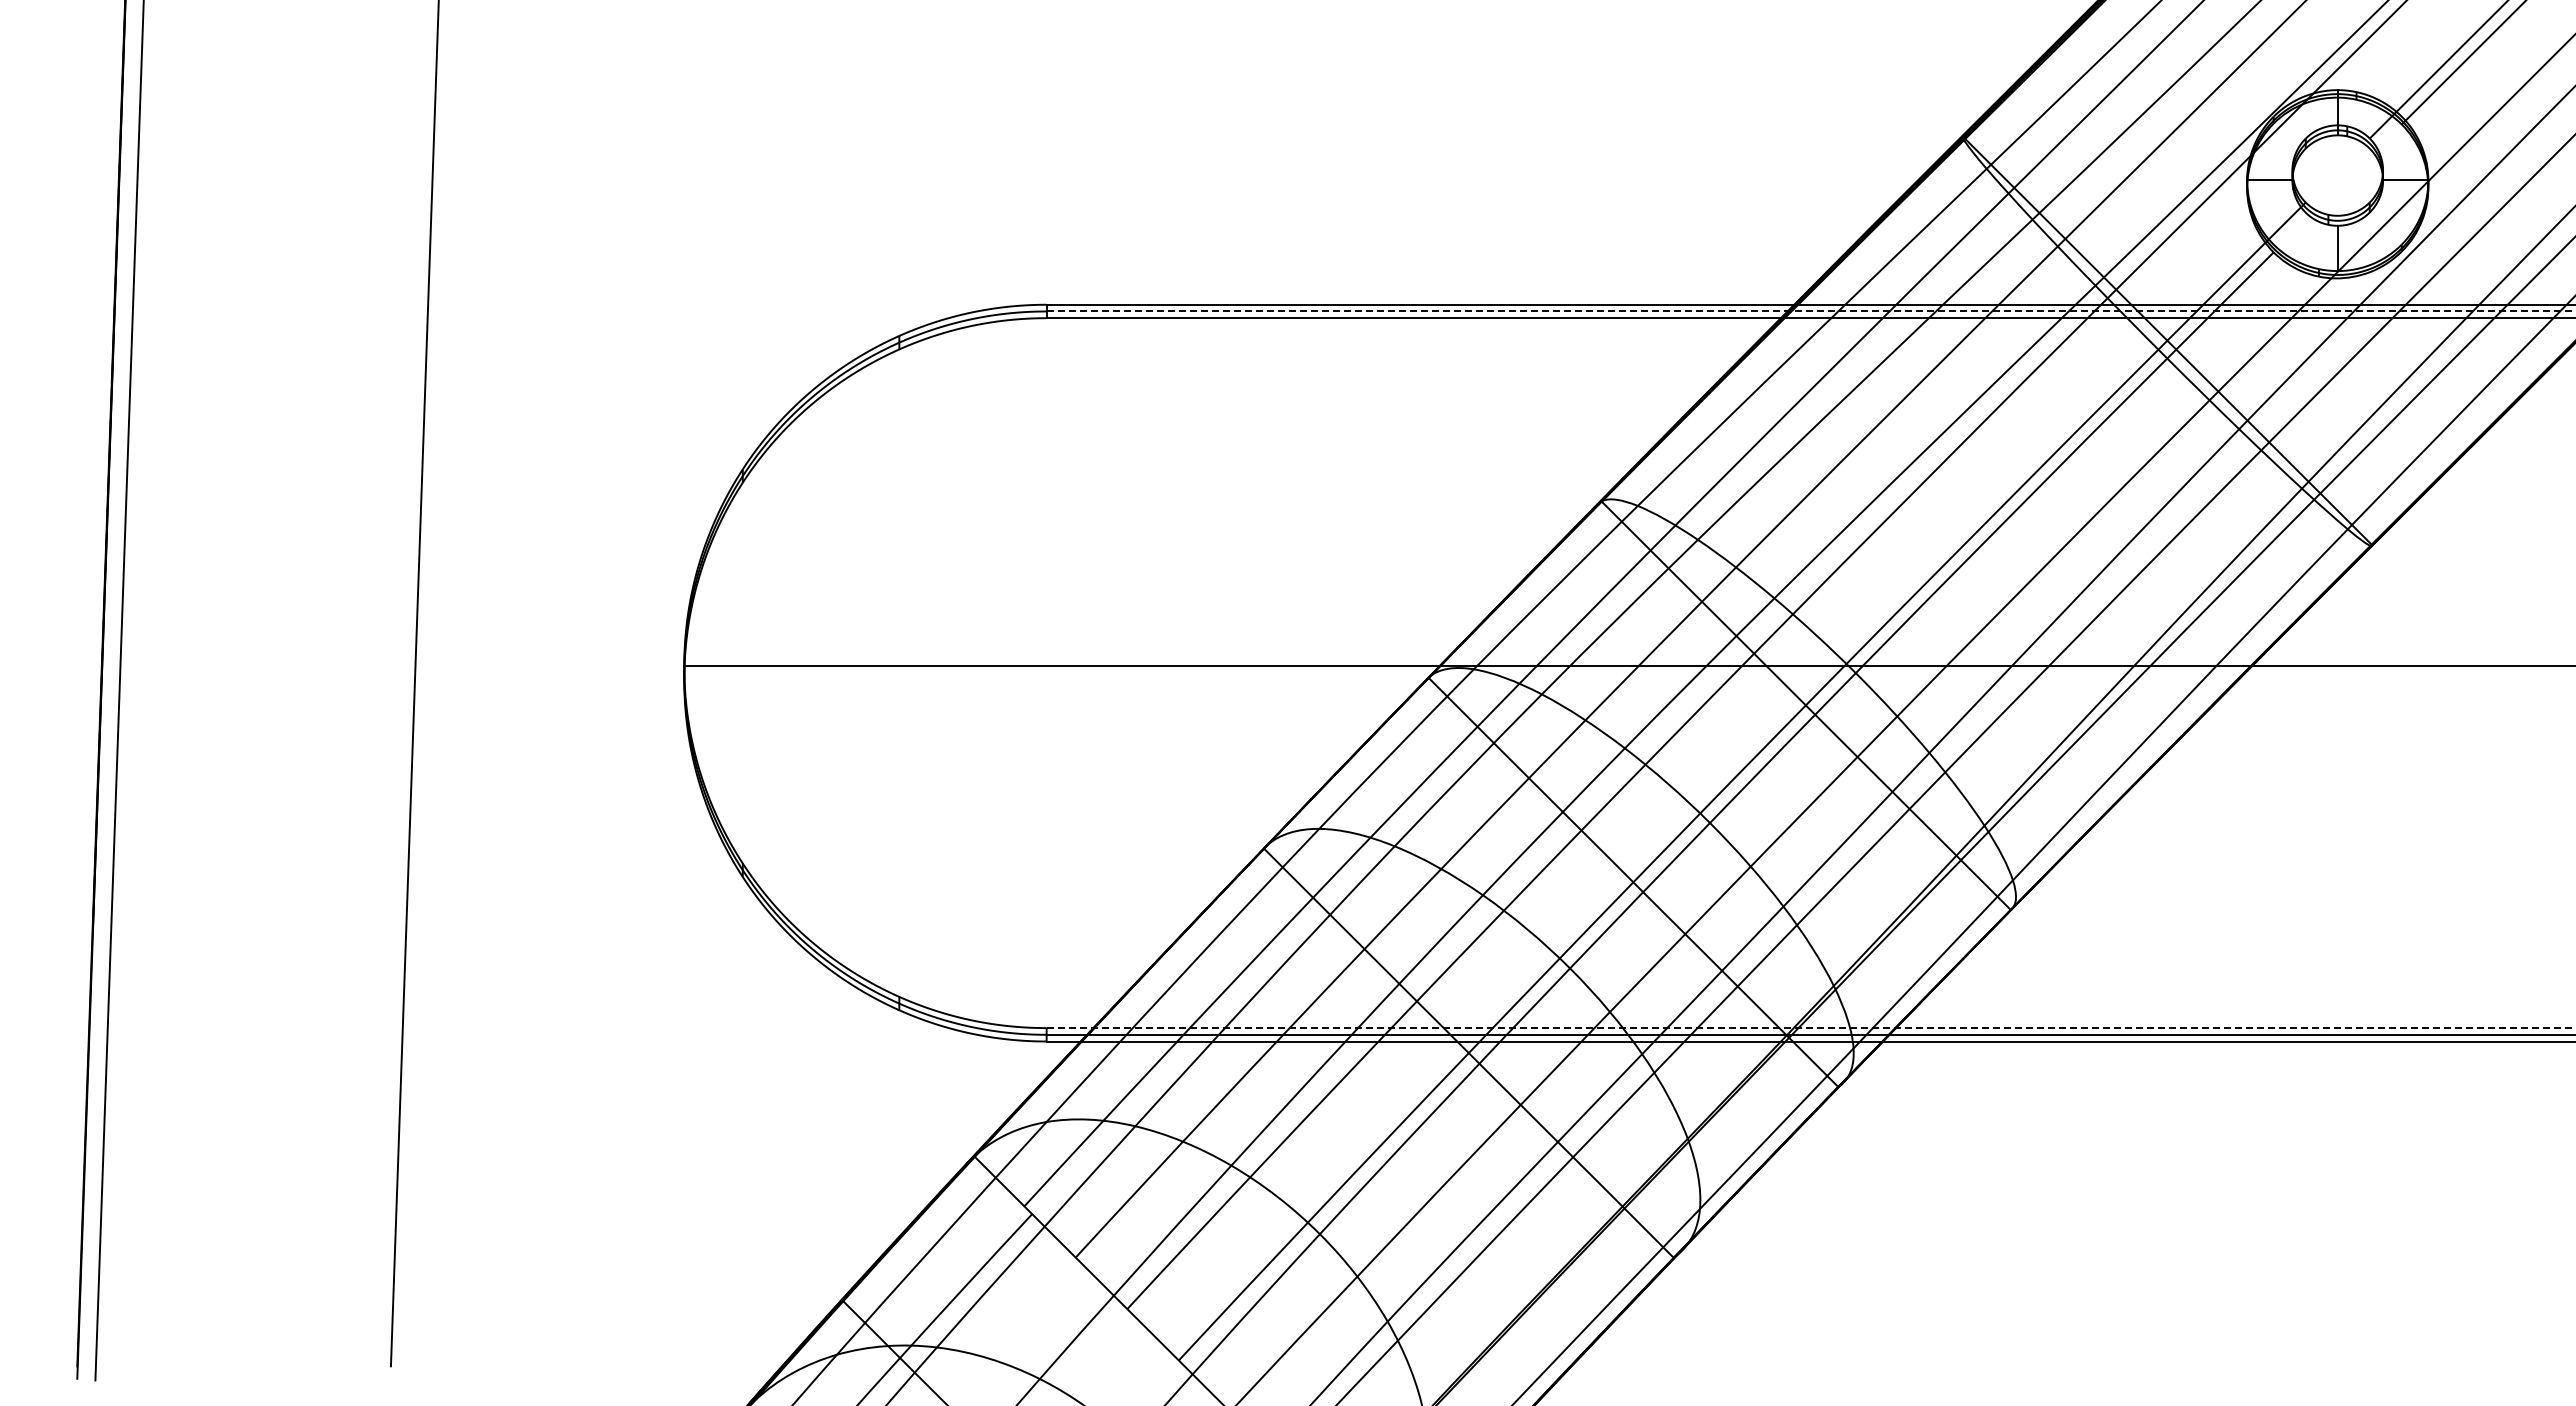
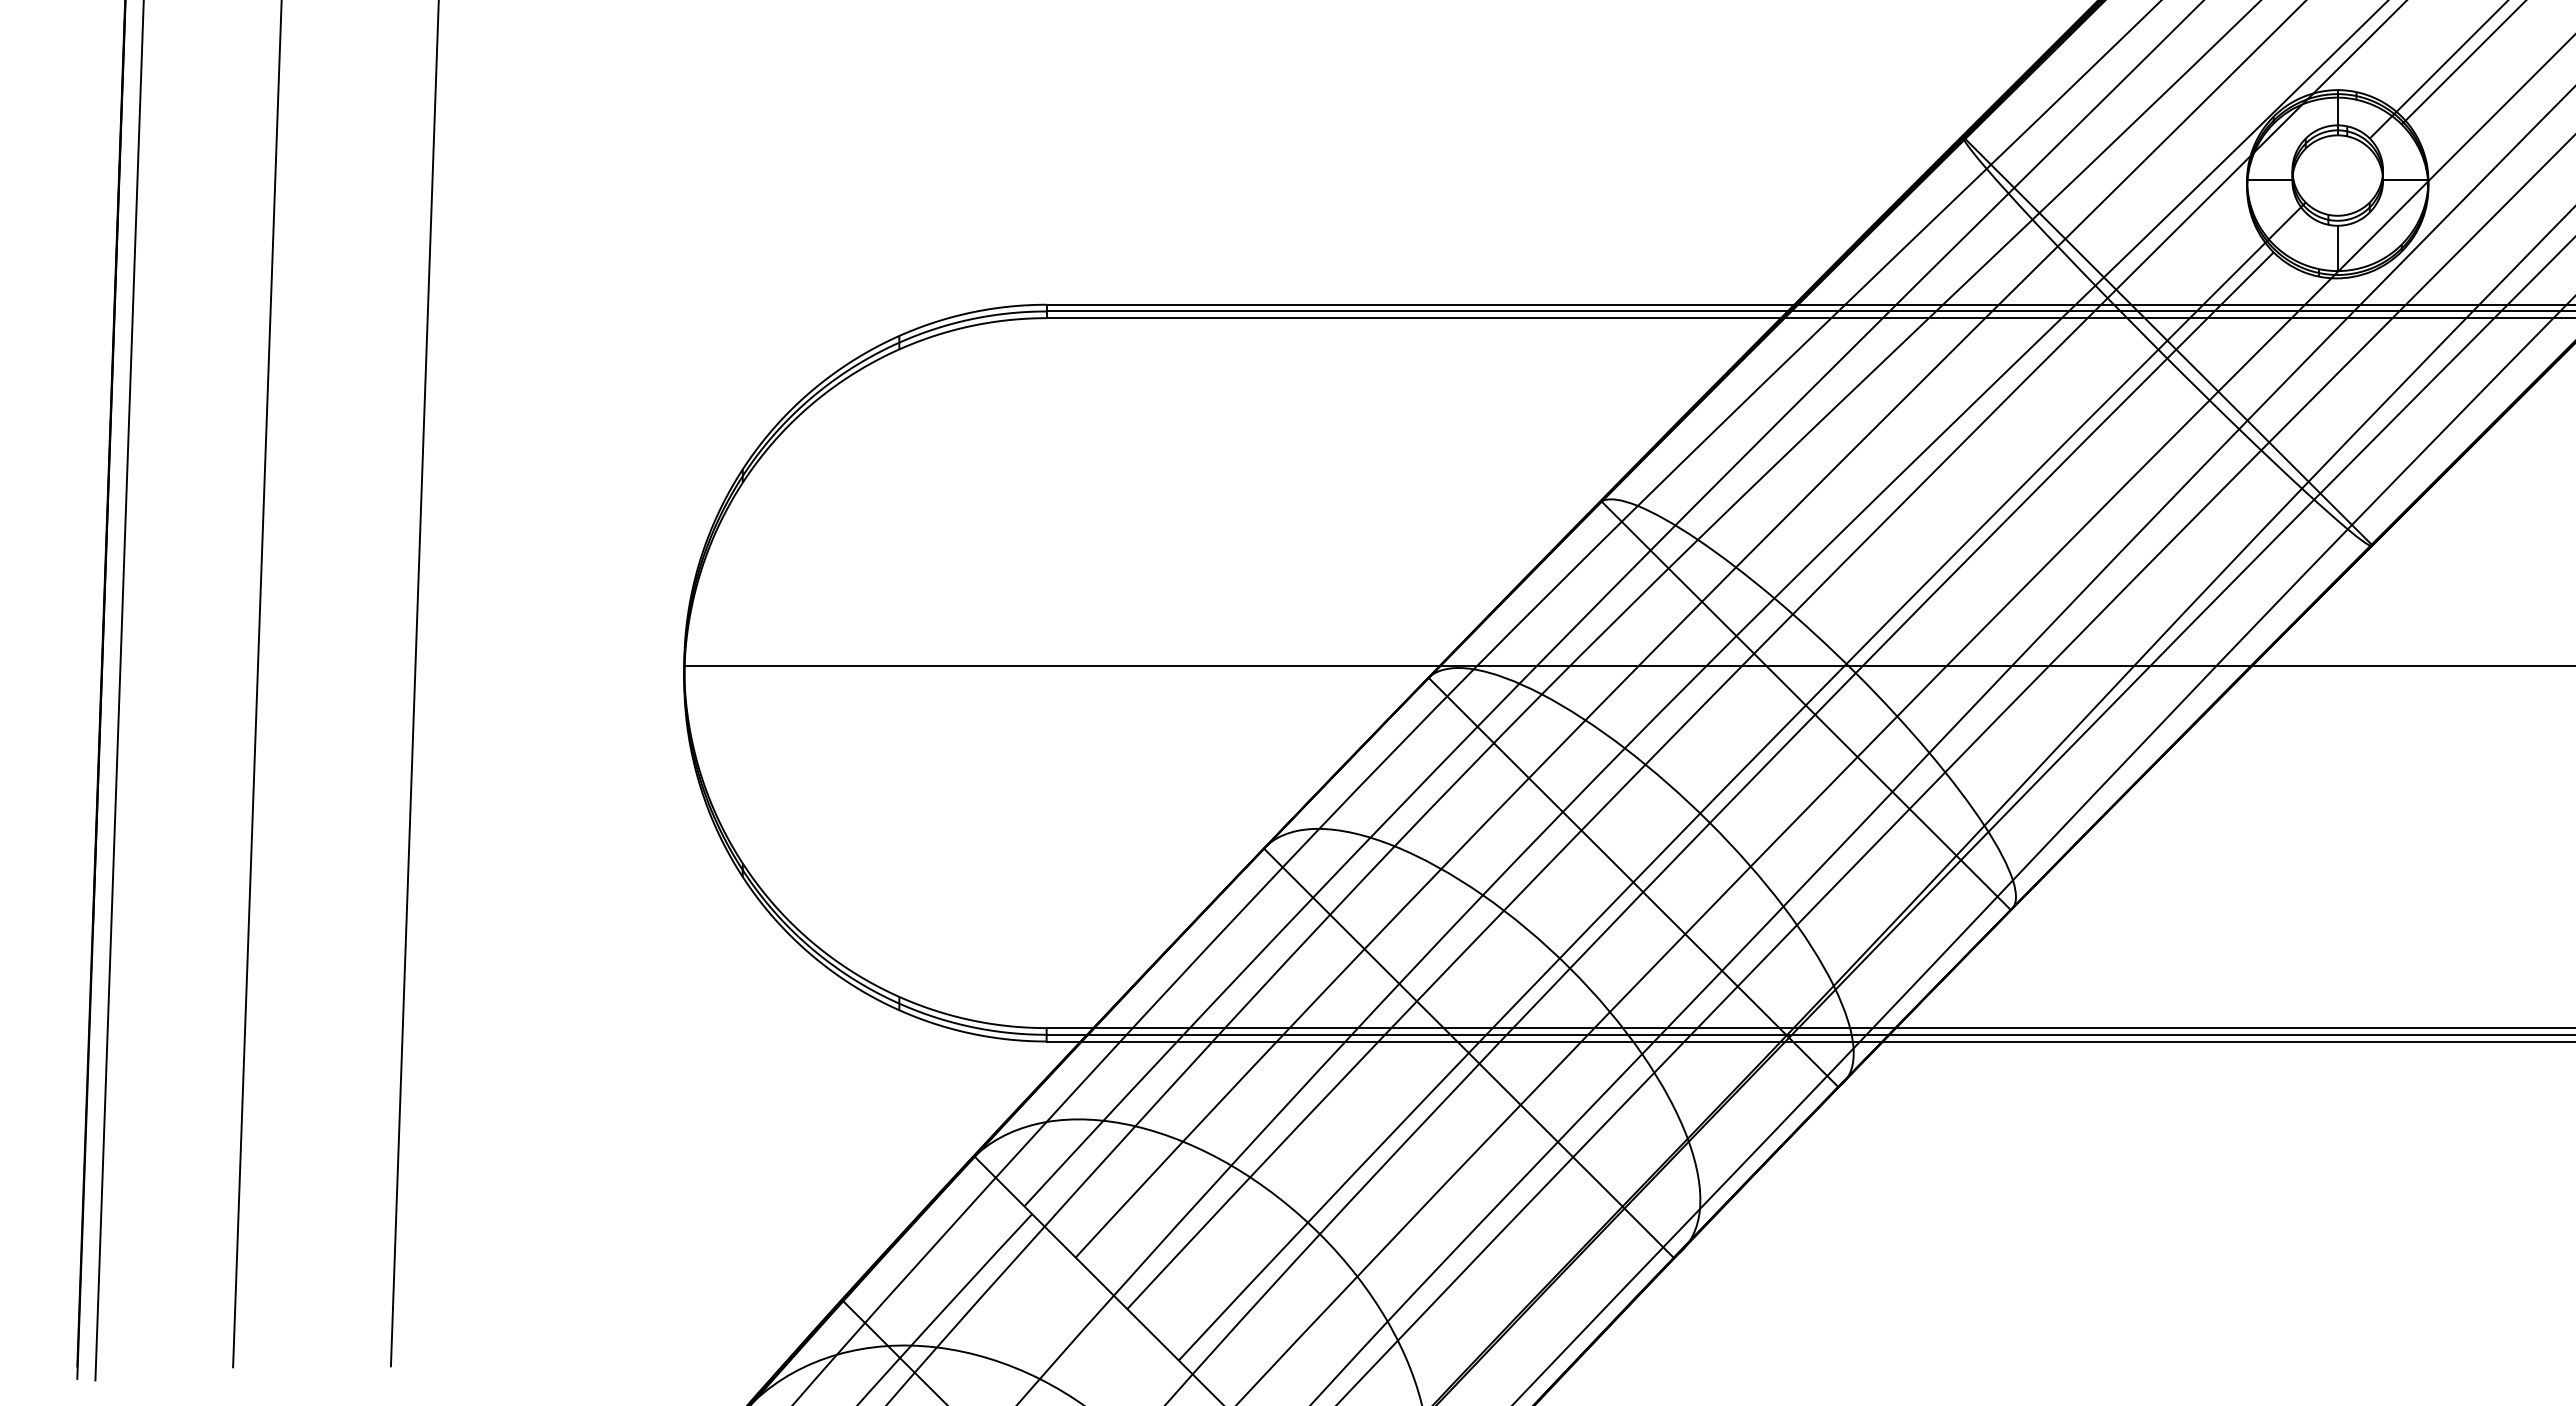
line at (1811, 311): dashed -> solid
line at (257, 684): none -> present
line at (1811, 1028): dashed -> solid
